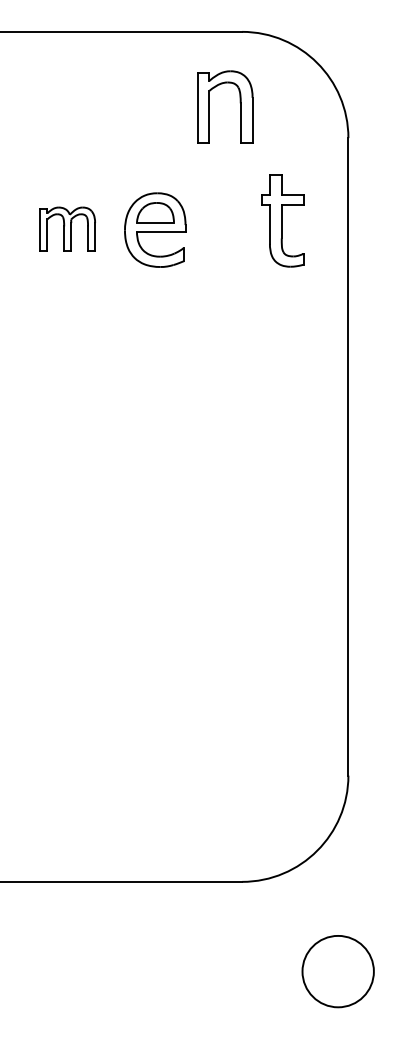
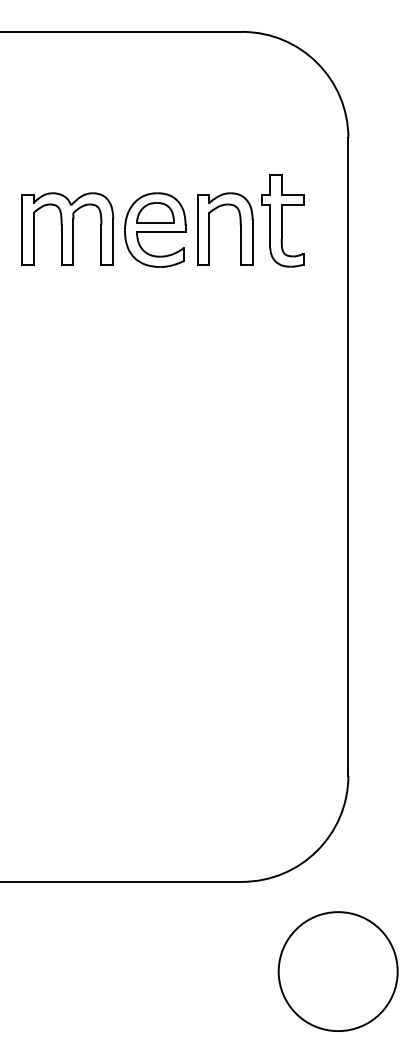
part at (239, 102) position: (239, 102) -> (239, 224)
part at (67, 228) size: 57x46 px -> 94x74 px
circle at (337, 971) diameter: 71 px -> 119 px
